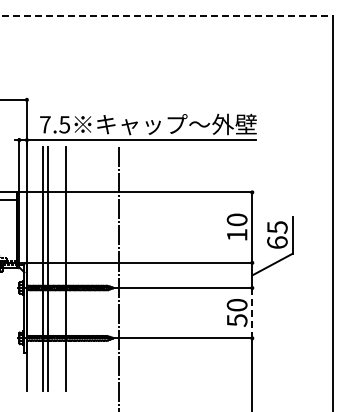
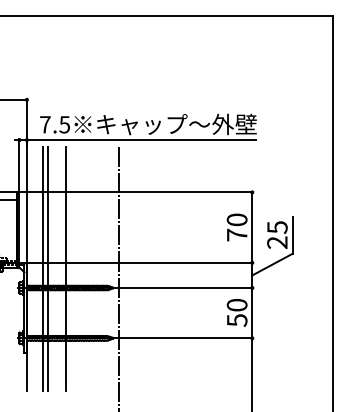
line at (166, 16): dashed -> solid
text at (237, 234): 10 -> 70
text at (277, 242): 65 -> 25
line at (252, 313): dashed -> solid
